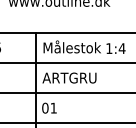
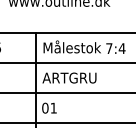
text at (109, 48): 1:4 -> 7:4
